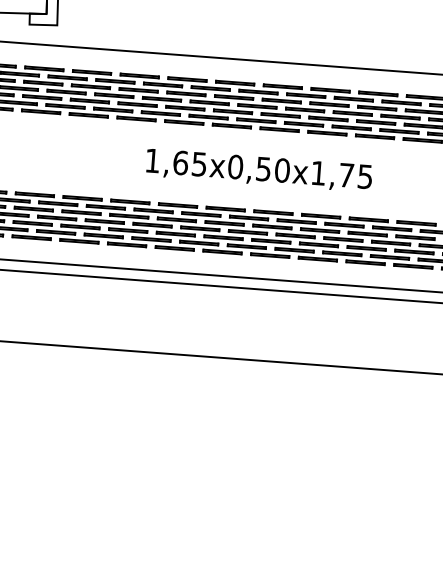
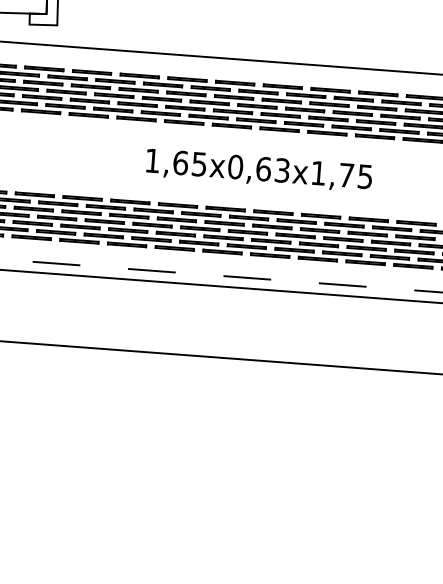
text at (272, 169): 1,65x0,50x1,75 -> 1,65x0,63x1,75
line at (221, 275): solid -> dashed
